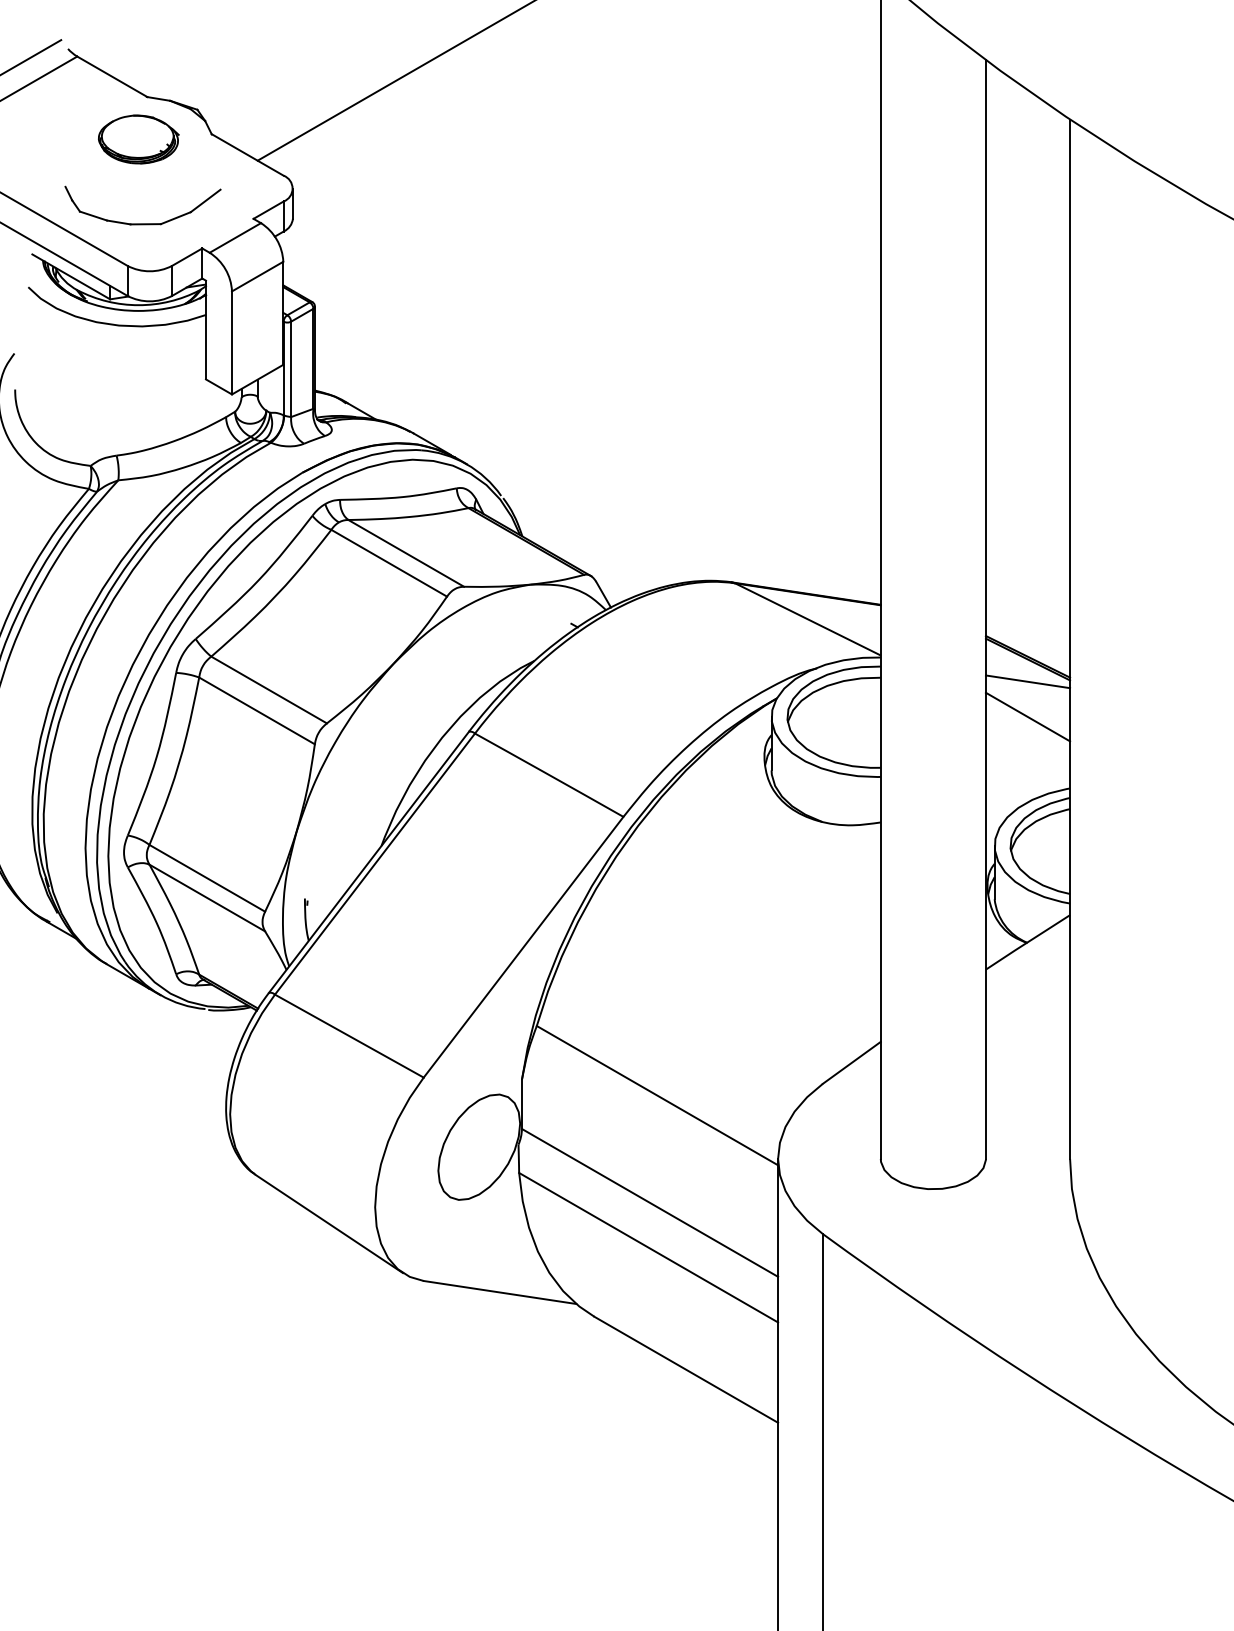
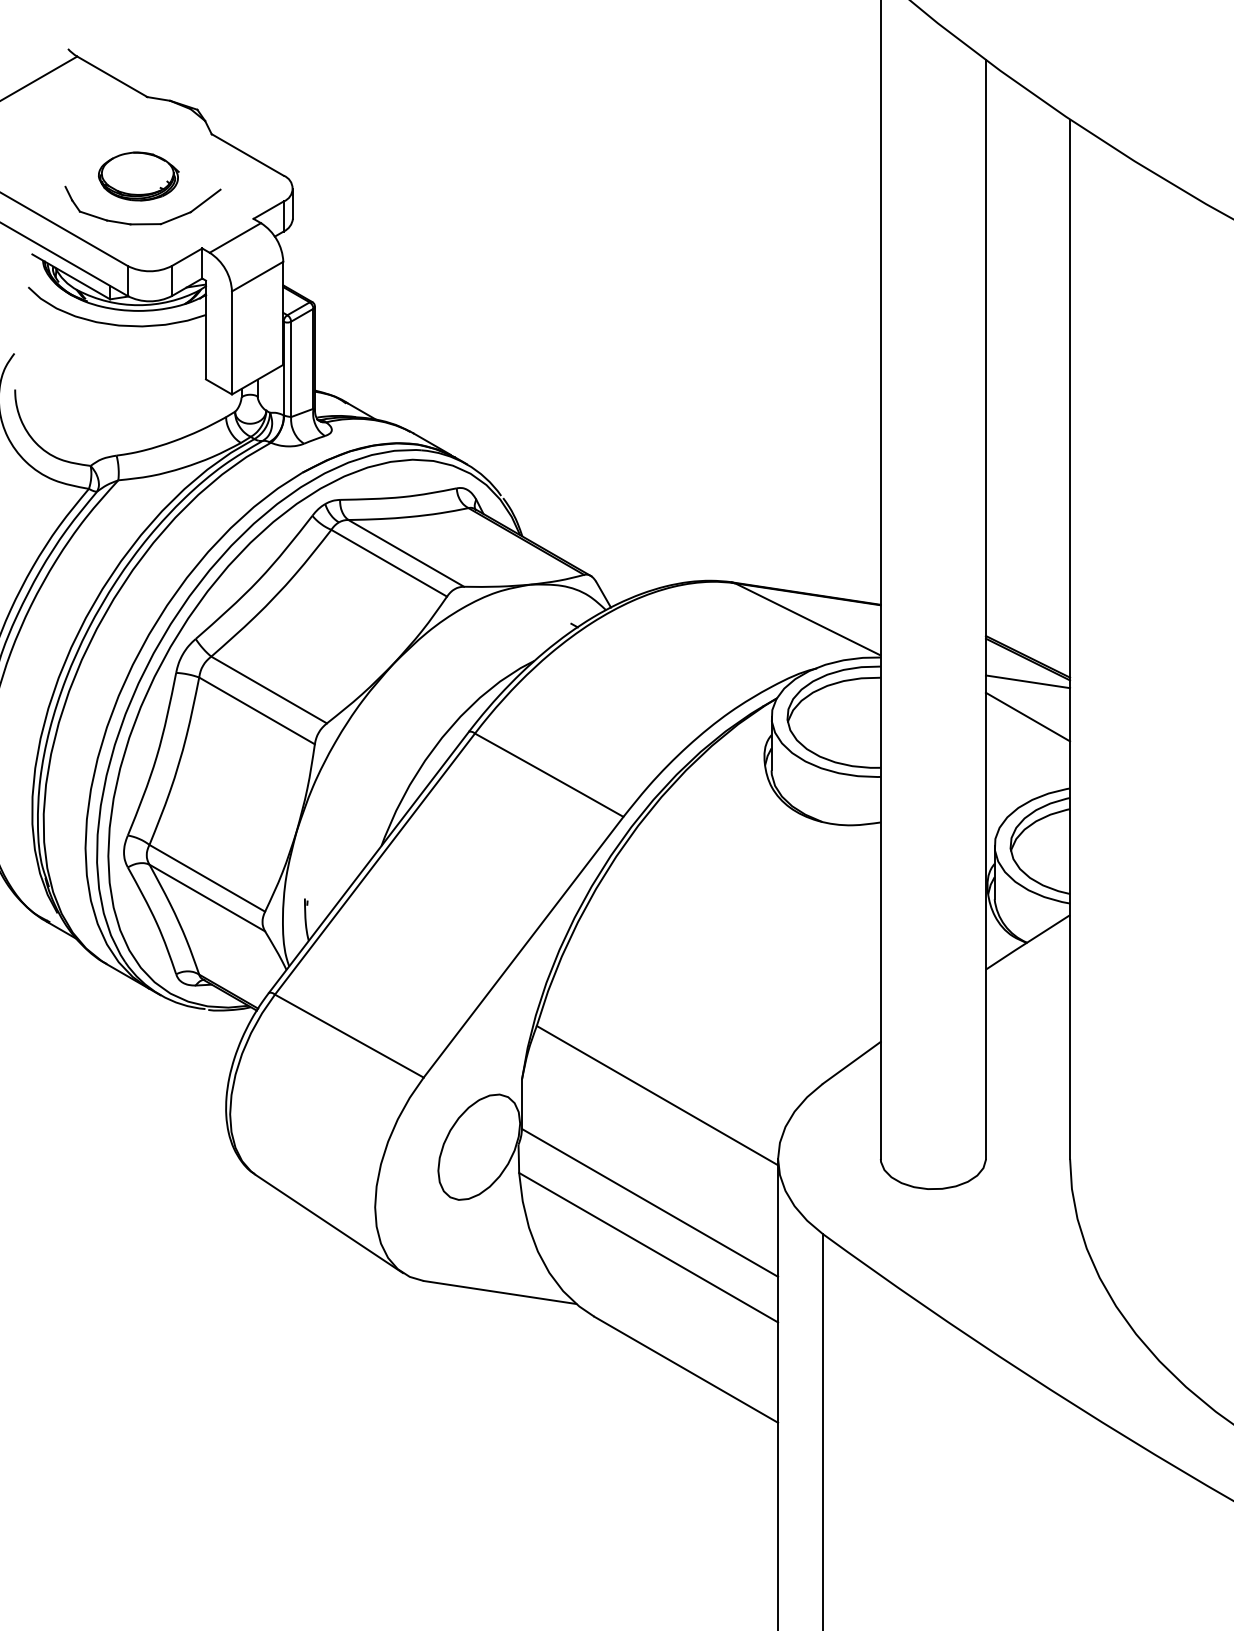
line at (31, 57): present -> none
line at (394, 81): present -> none
part at (138, 139) position: (138, 139) -> (138, 176)
